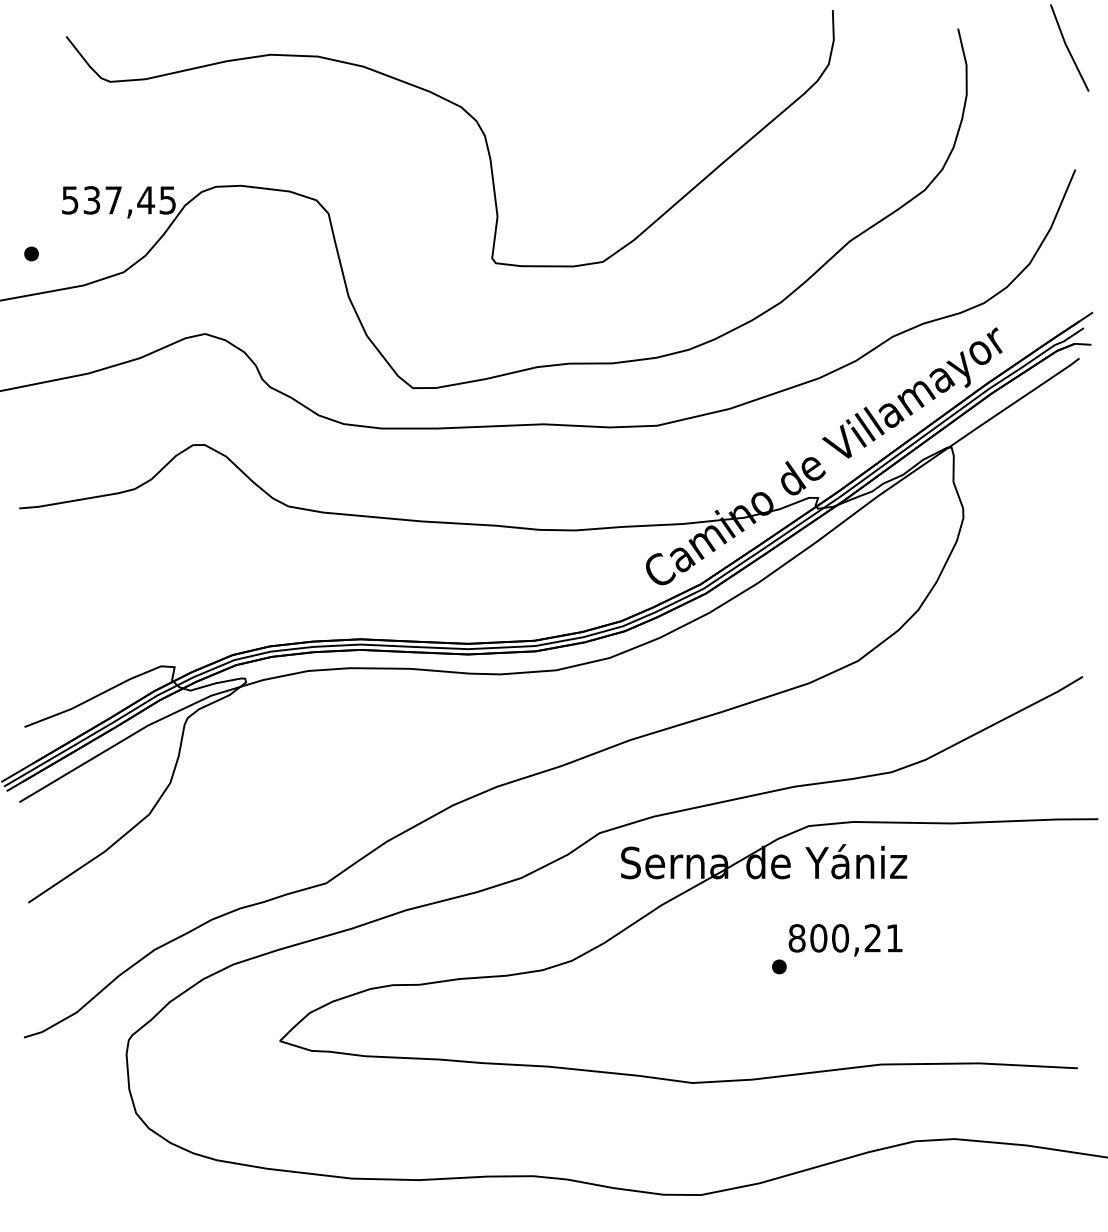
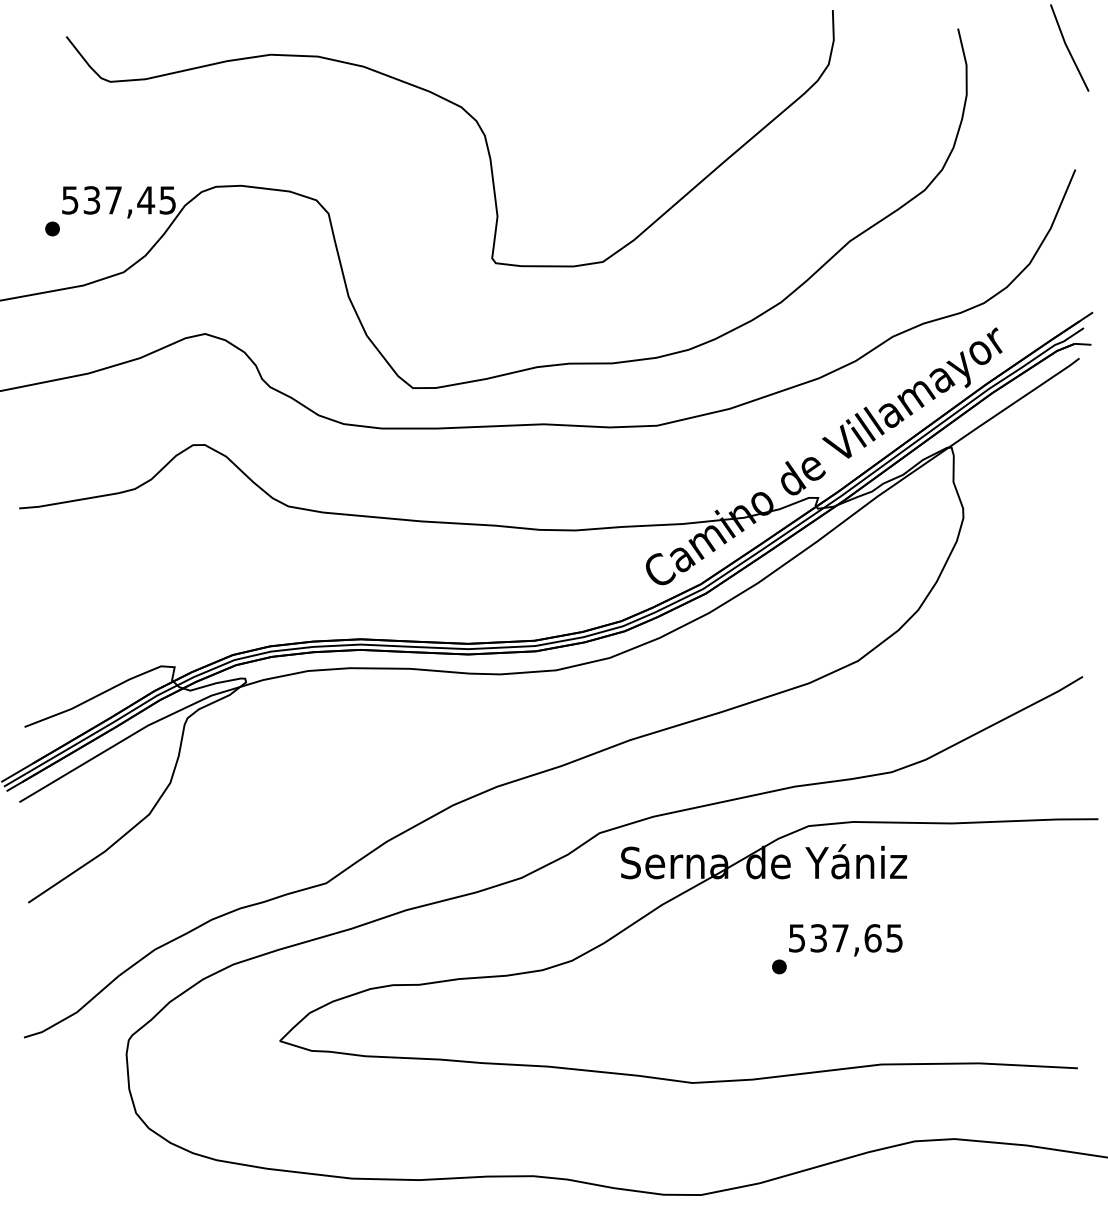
part at (31, 253) position: (31, 253) -> (52, 228)
text at (845, 938): 800,21 -> 537,65
